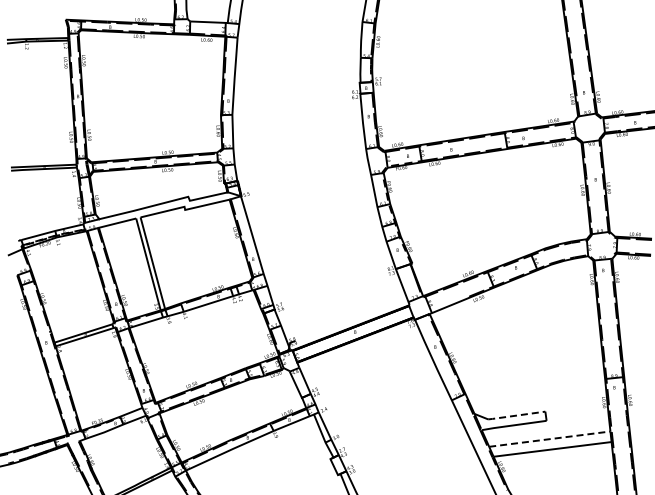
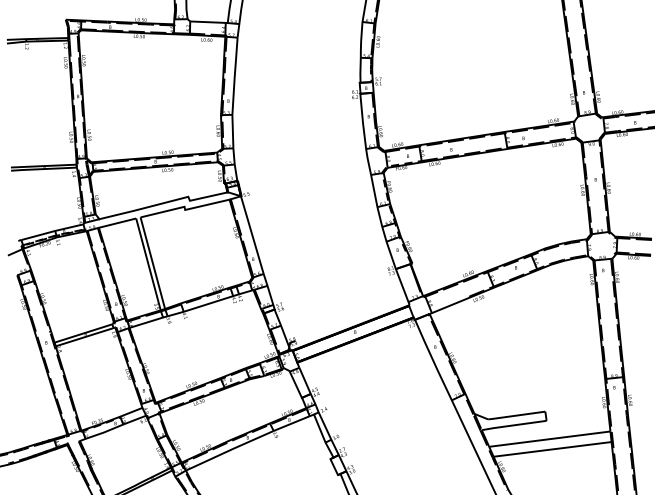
line at (516, 415): dashed -> solid
line at (550, 439): dashed -> solid
